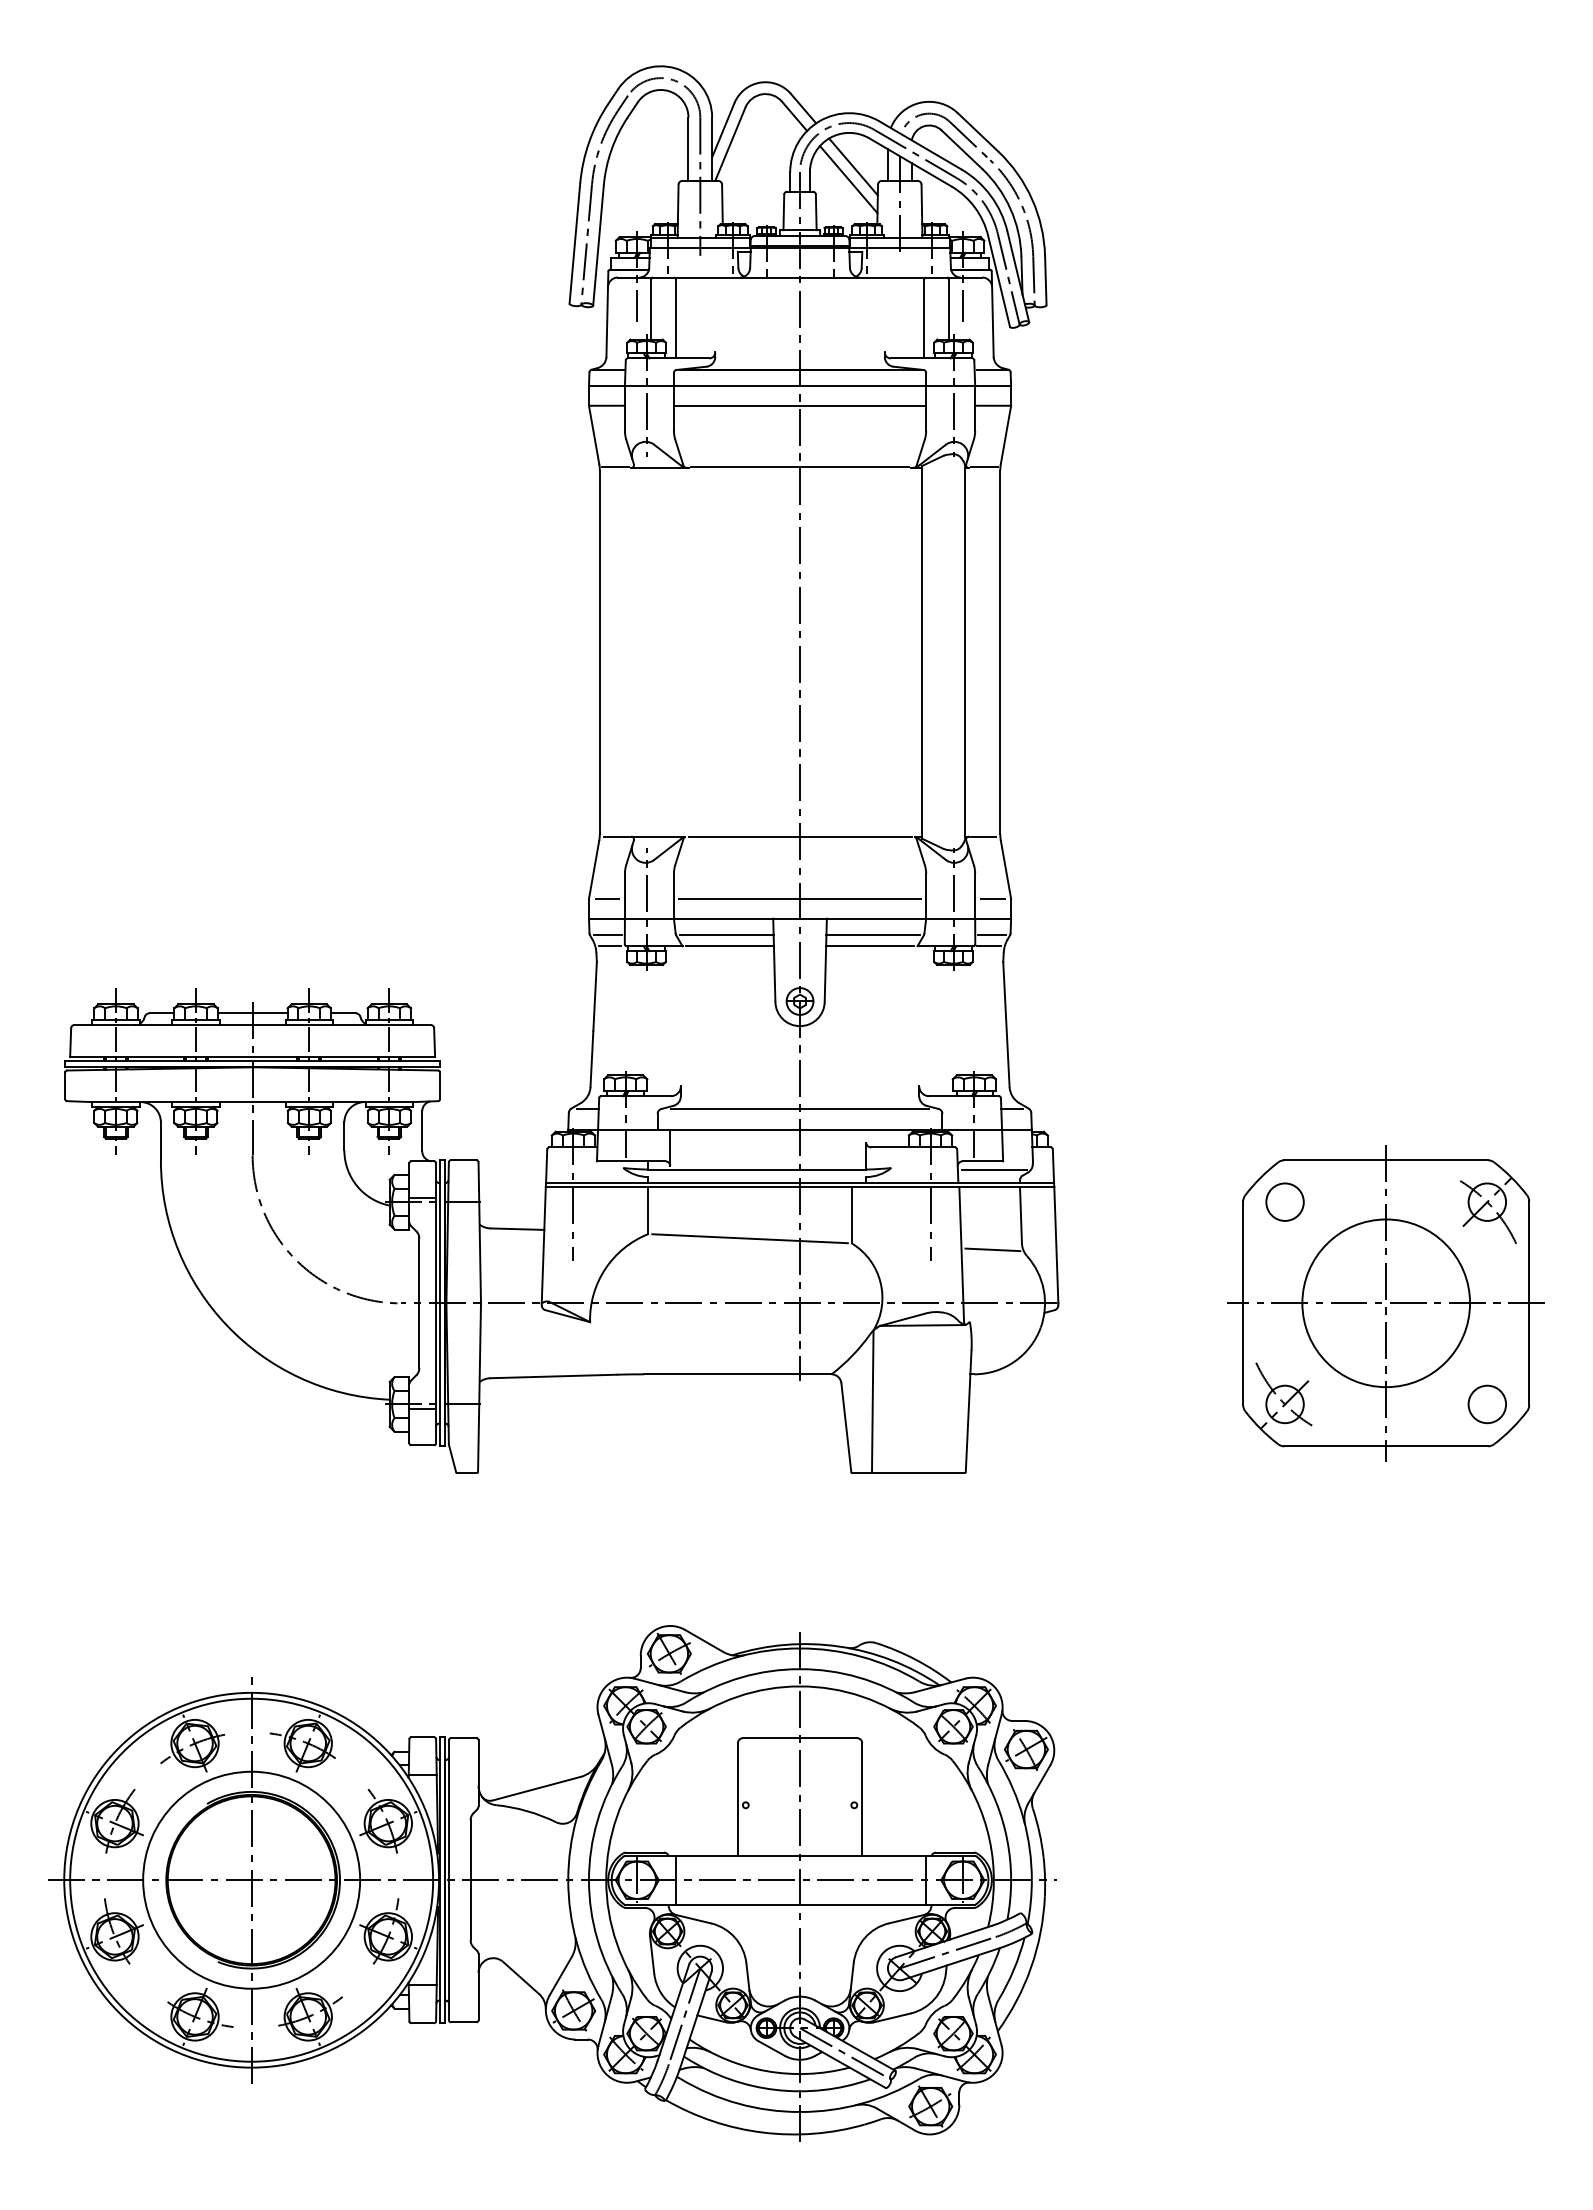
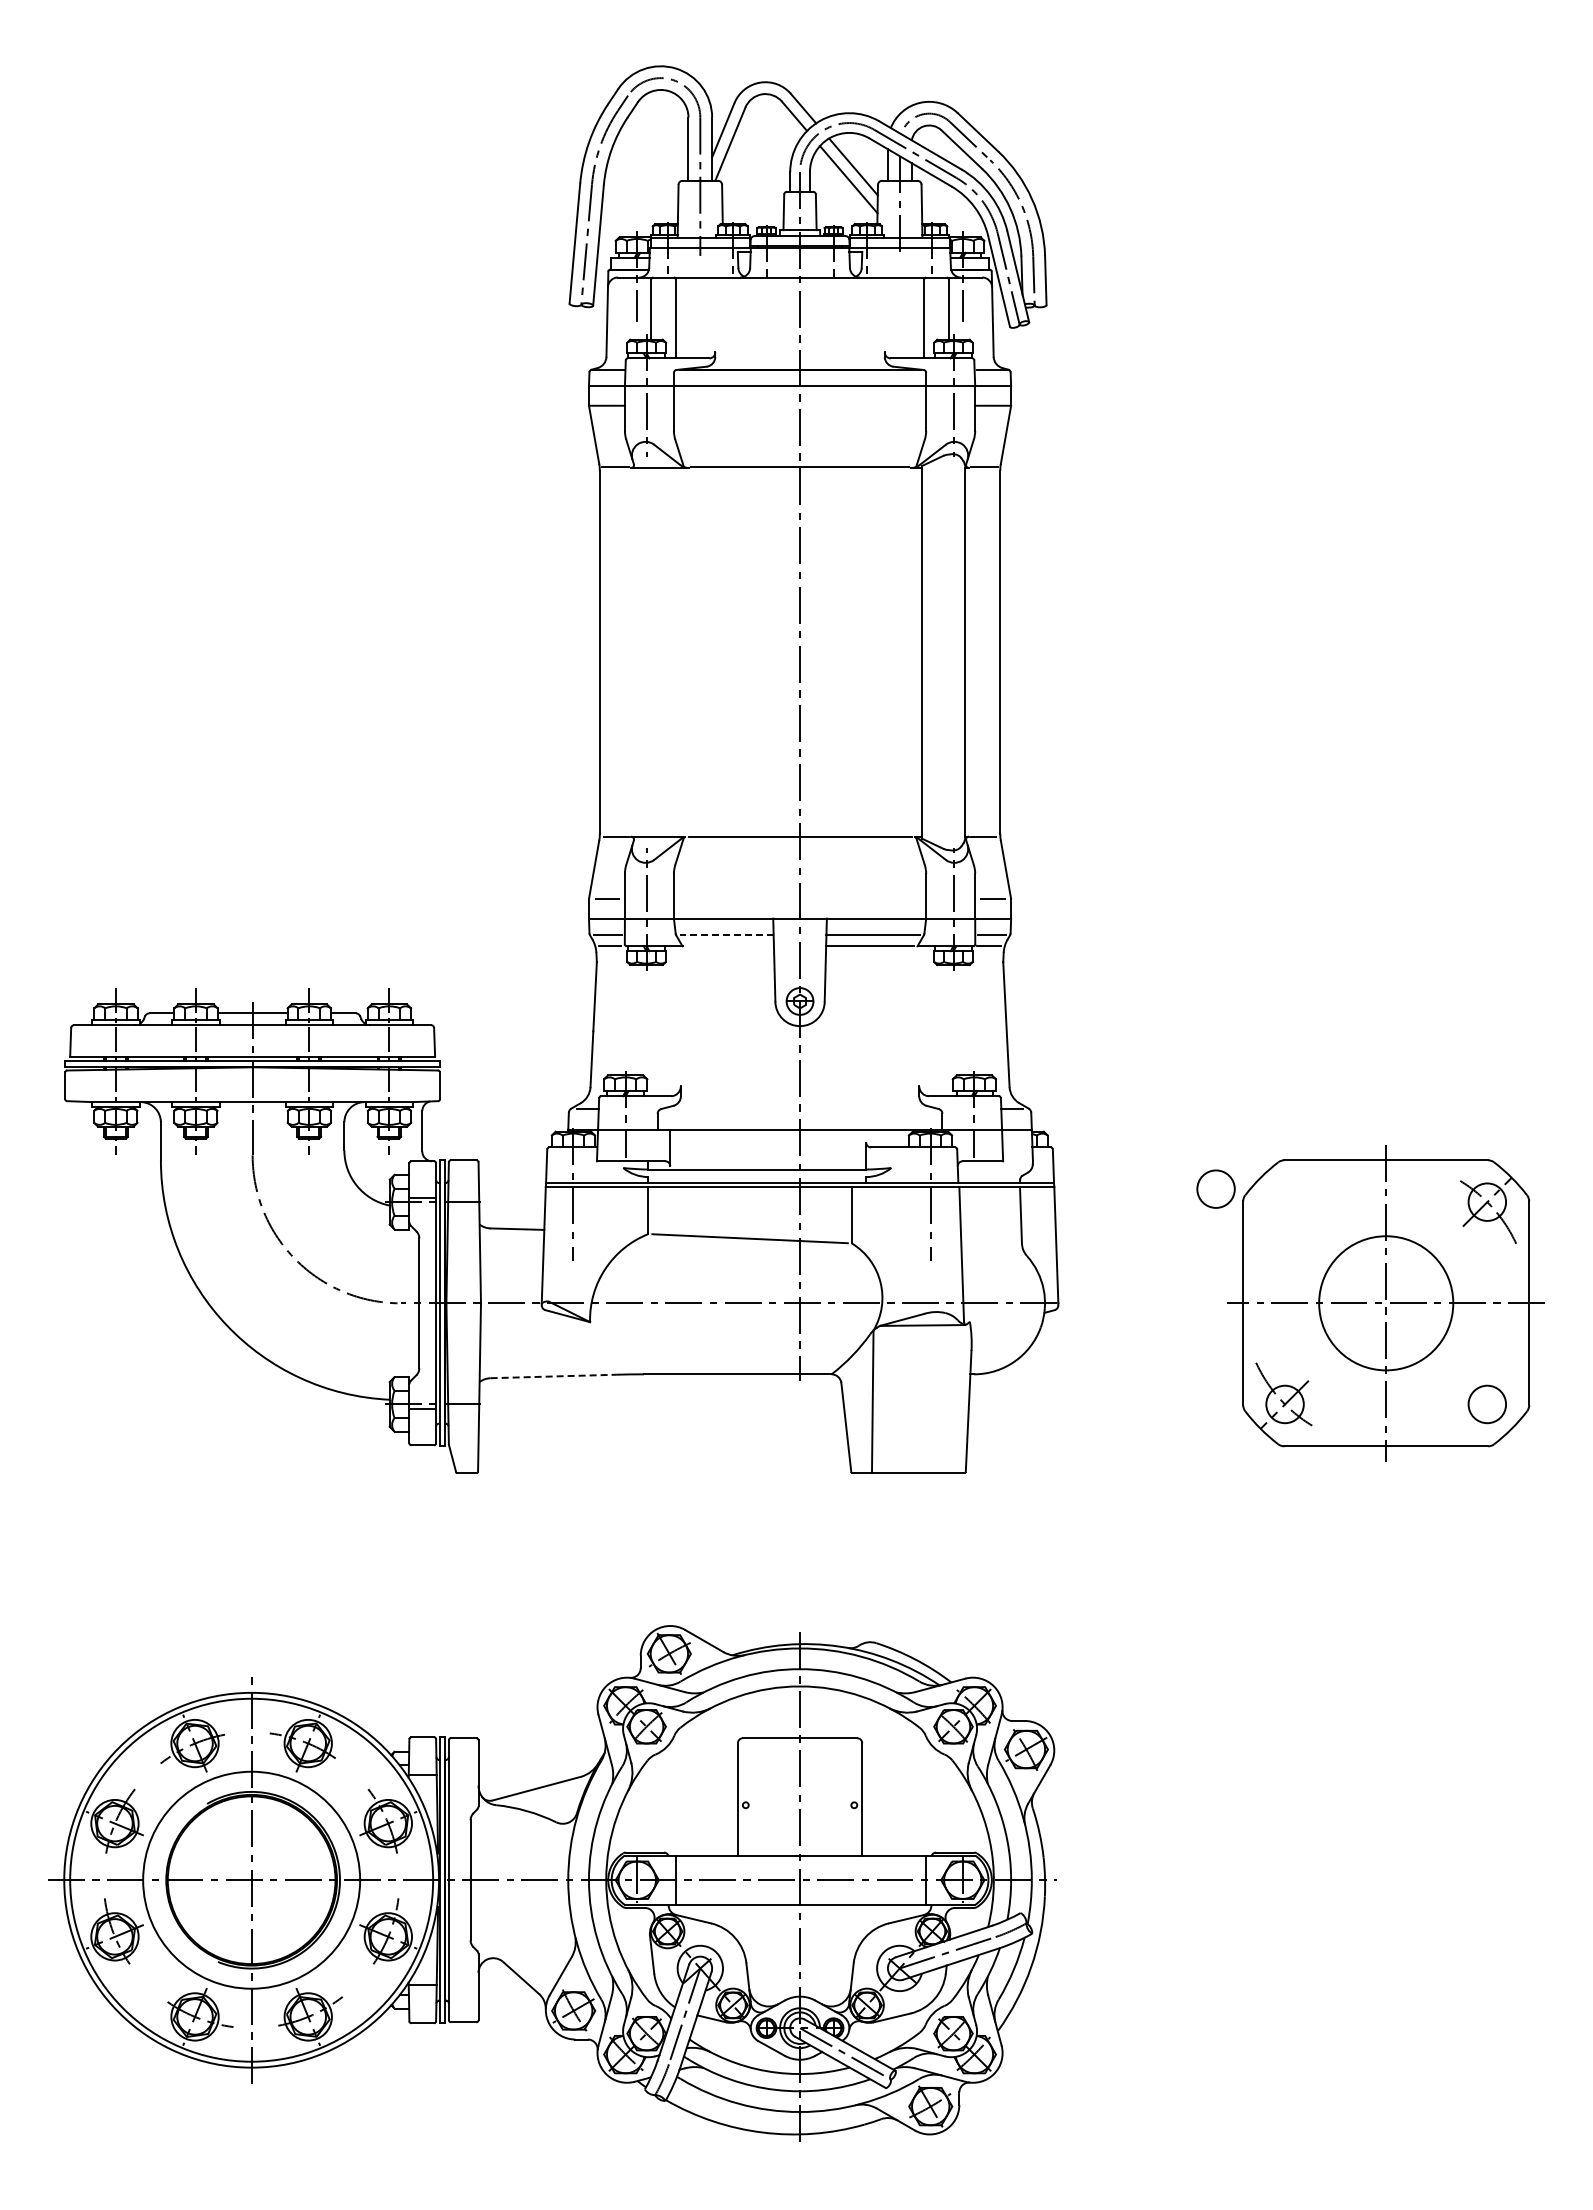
line at (799, 405): present -> none
line at (799, 898): present -> none
line at (726, 935): solid -> dashed
line at (729, 945): present -> none
line at (799, 1108): present -> none
line at (994, 1169): present -> none
circle at (1284, 1201) position: (1284, 1201) -> (1215, 1188)
line at (992, 1249): present -> none
circle at (1386, 1303) diameter: 168 px -> 134 px
line at (554, 1376): solid -> dashed
